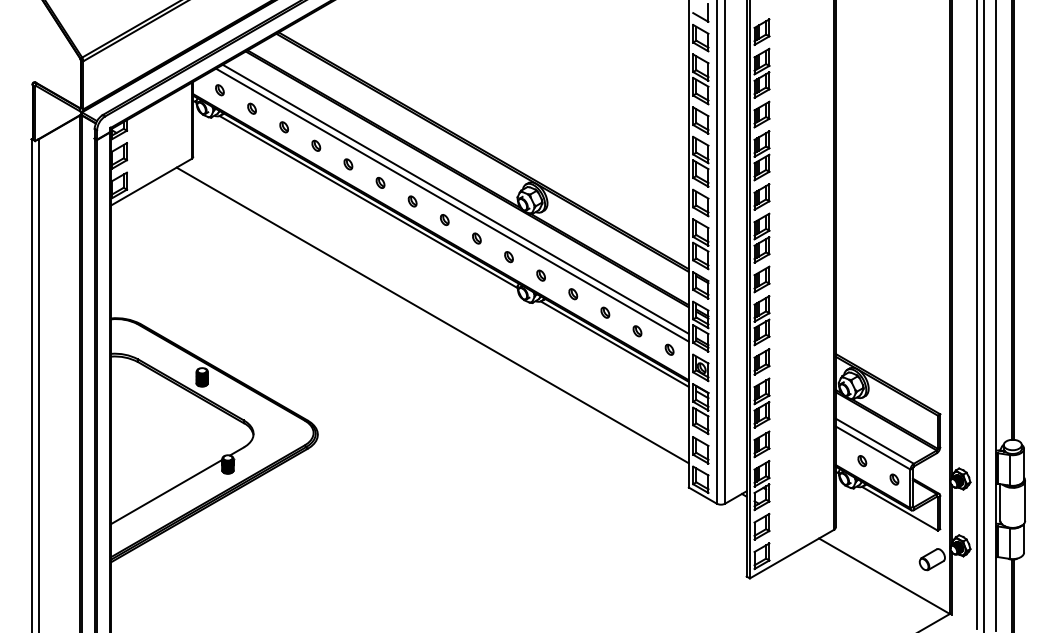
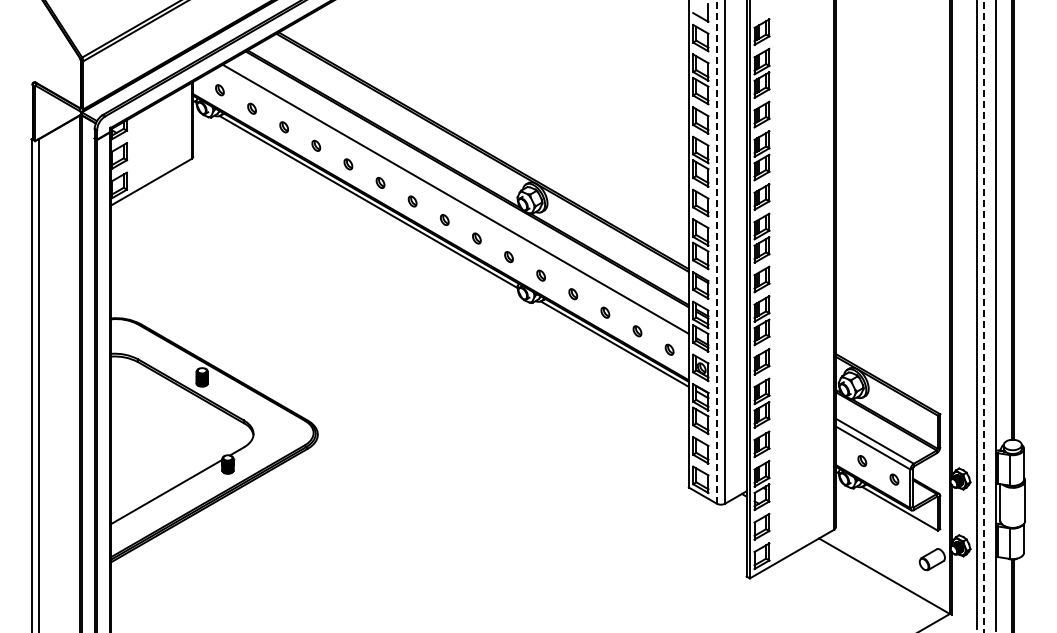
line at (452, 204): present -> none
line at (716, 252): solid -> dashed
line at (432, 315): present -> none
line at (983, 316): solid -> dashed
